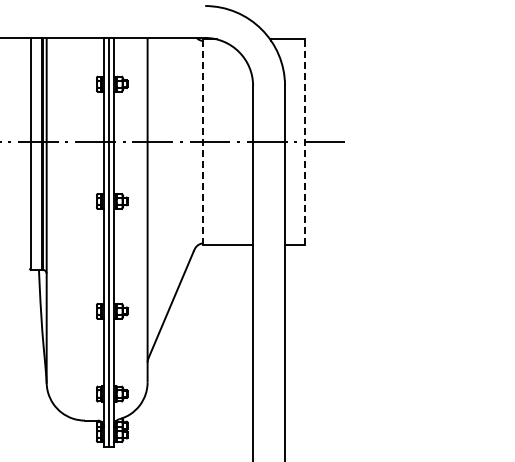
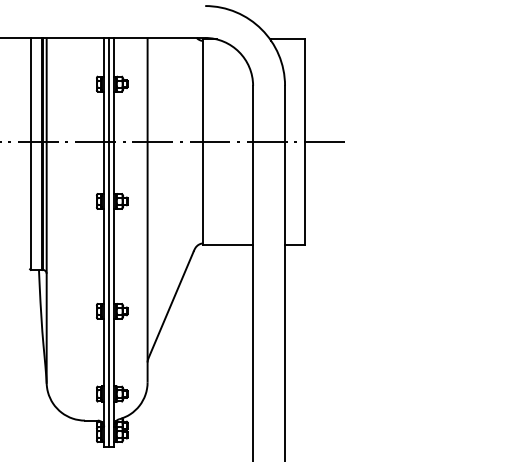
line at (202, 142): dashed -> solid
line at (304, 142): dashed -> solid
